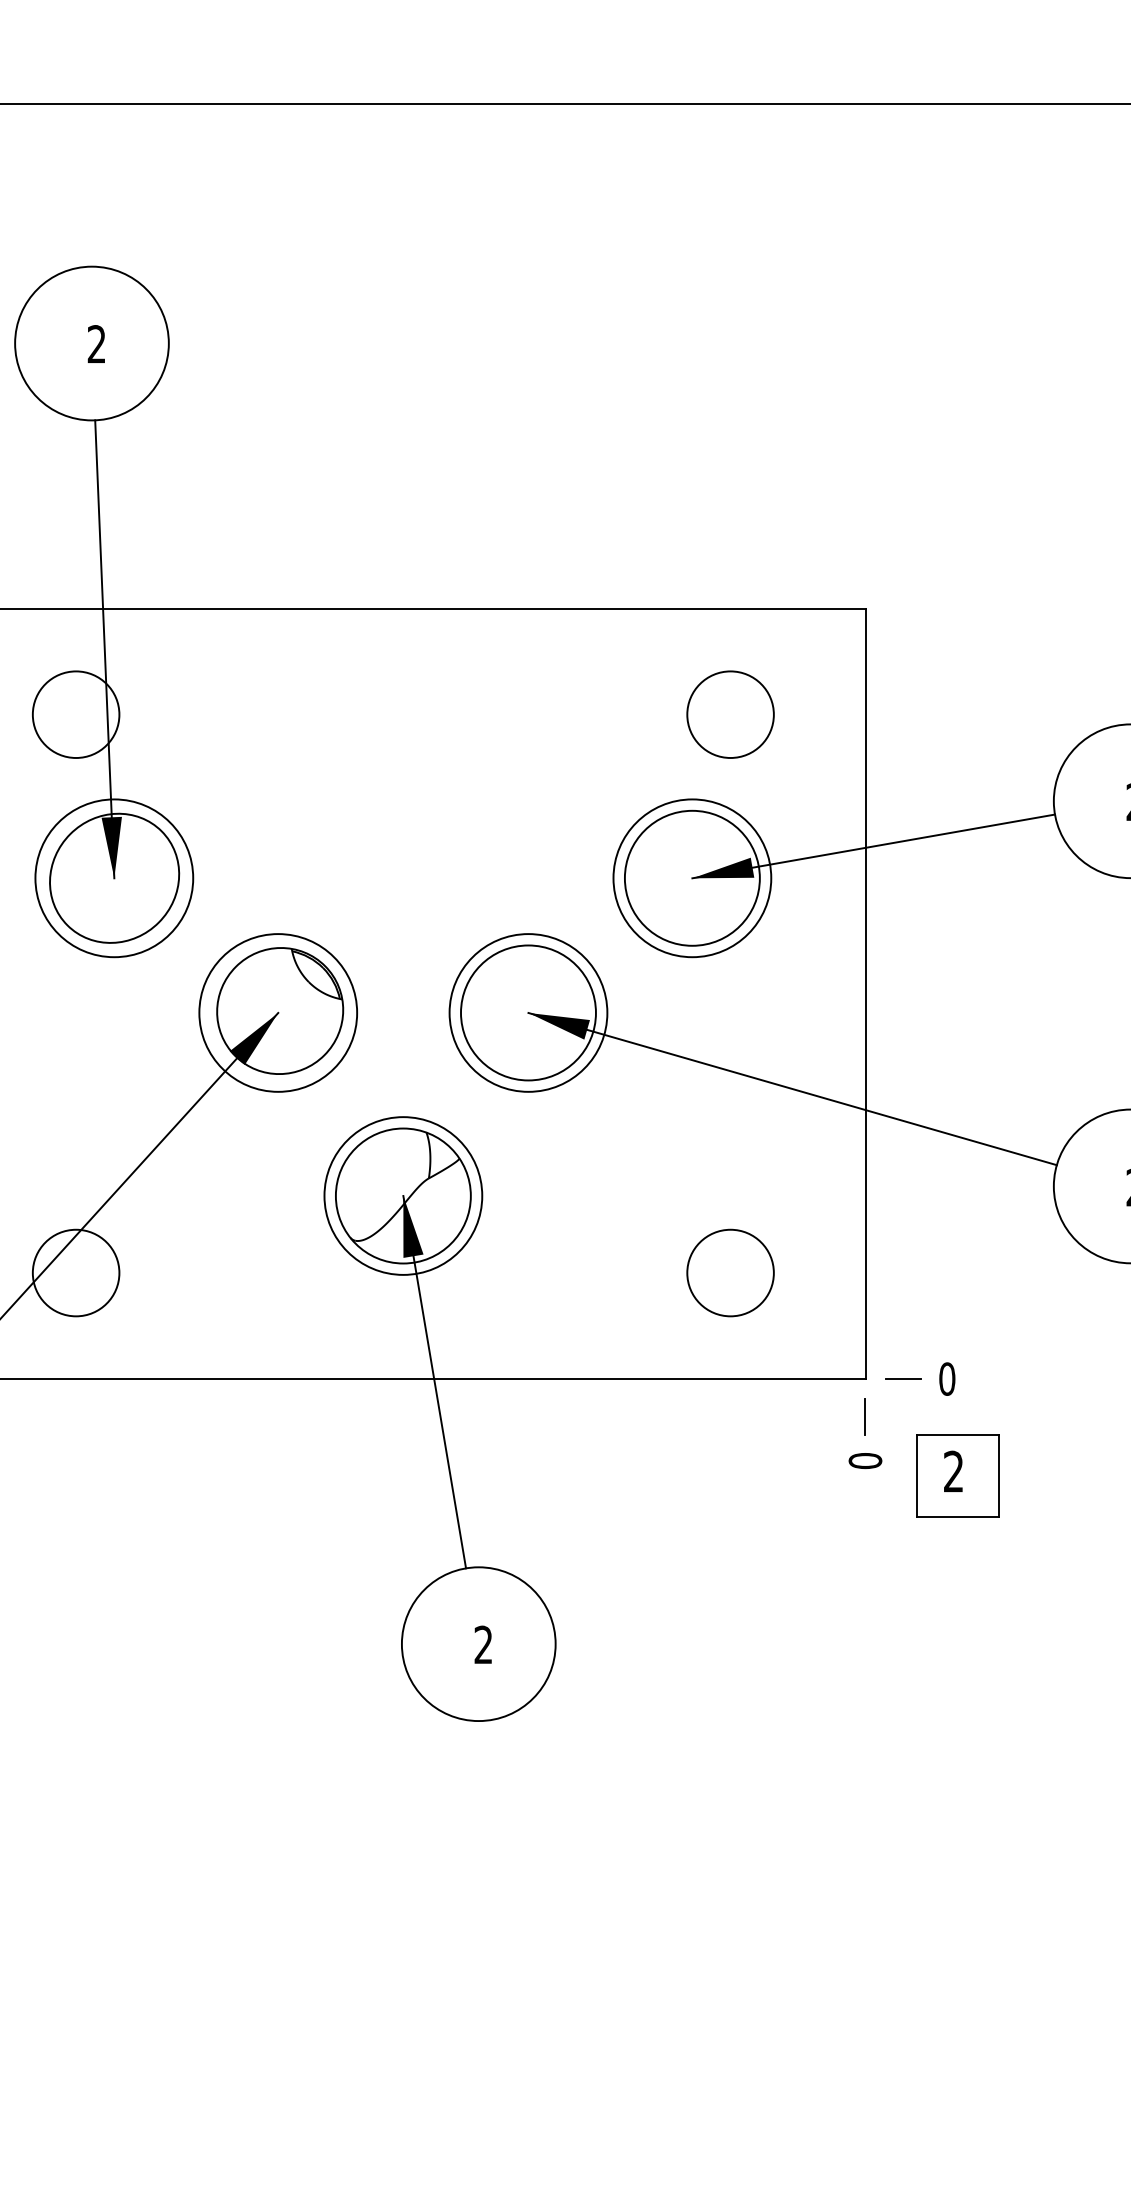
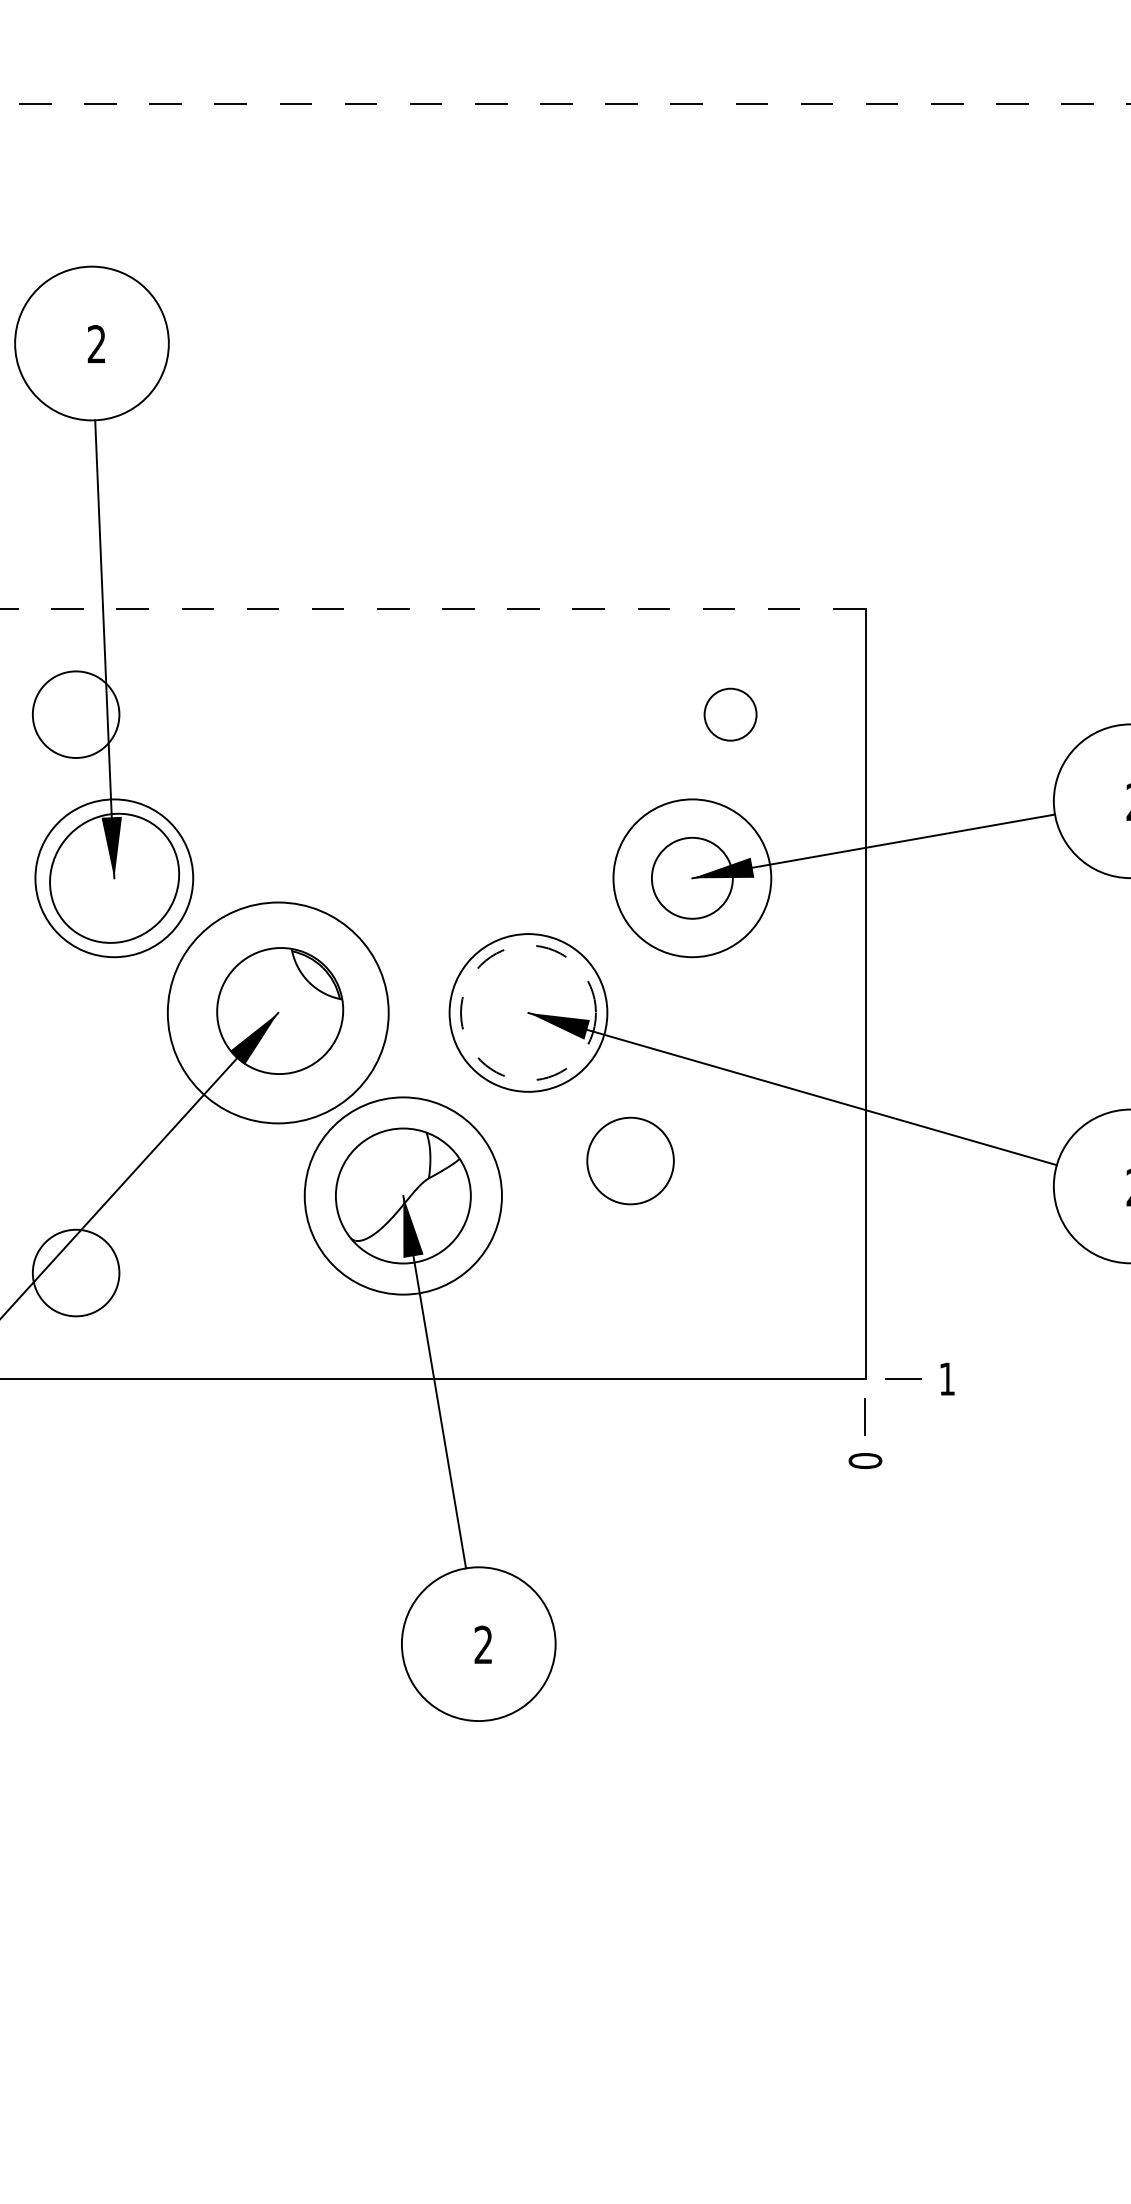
line at (565, 103): solid -> dashed
line at (432, 608): solid -> dashed
circle at (730, 714) diameter: 87 px -> 52 px
circle at (691, 877) diameter: 135 px -> 81 px
circle at (278, 1012) diameter: 158 px -> 221 px
circle at (528, 1012): solid -> dashed
circle at (403, 1195) diameter: 158 px -> 197 px
circle at (730, 1272) position: (730, 1272) -> (630, 1160)
text at (947, 1378): 0 -> 1
part at (957, 1475): present -> none
